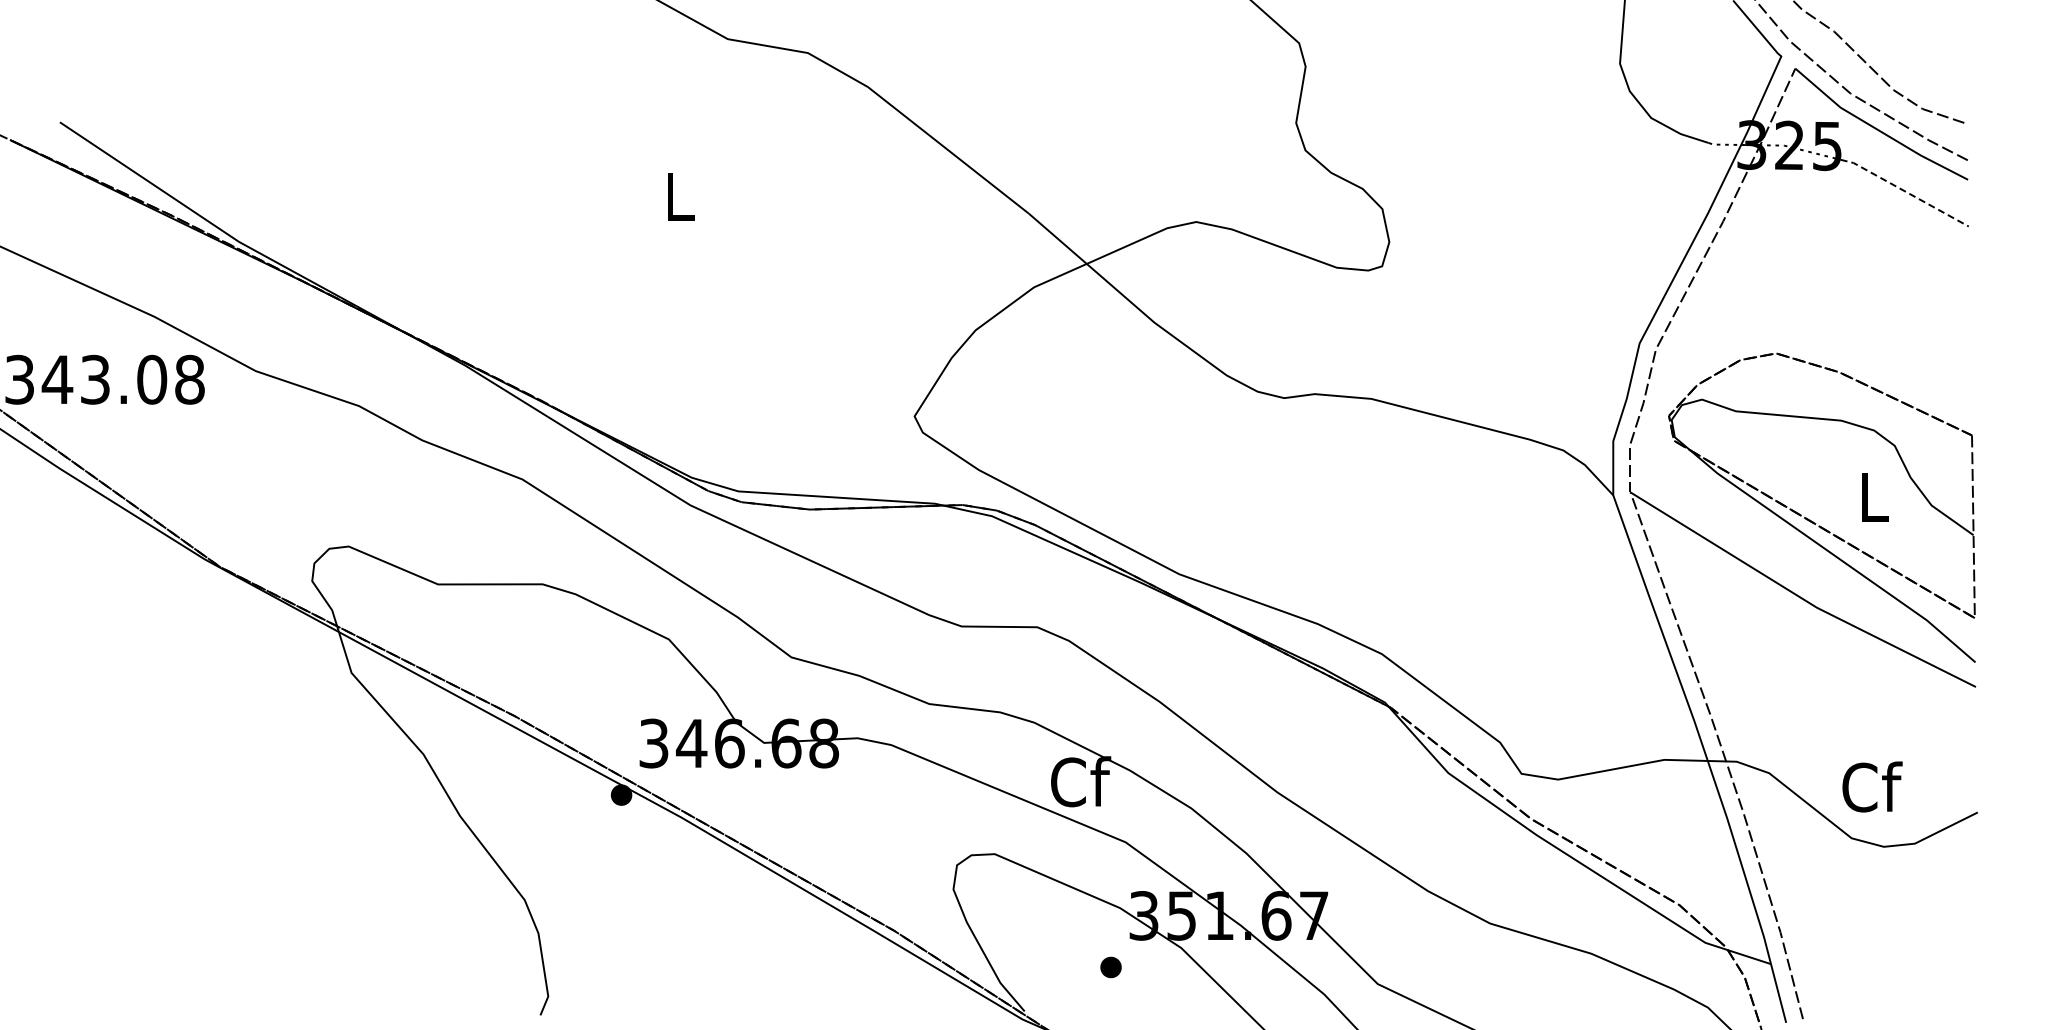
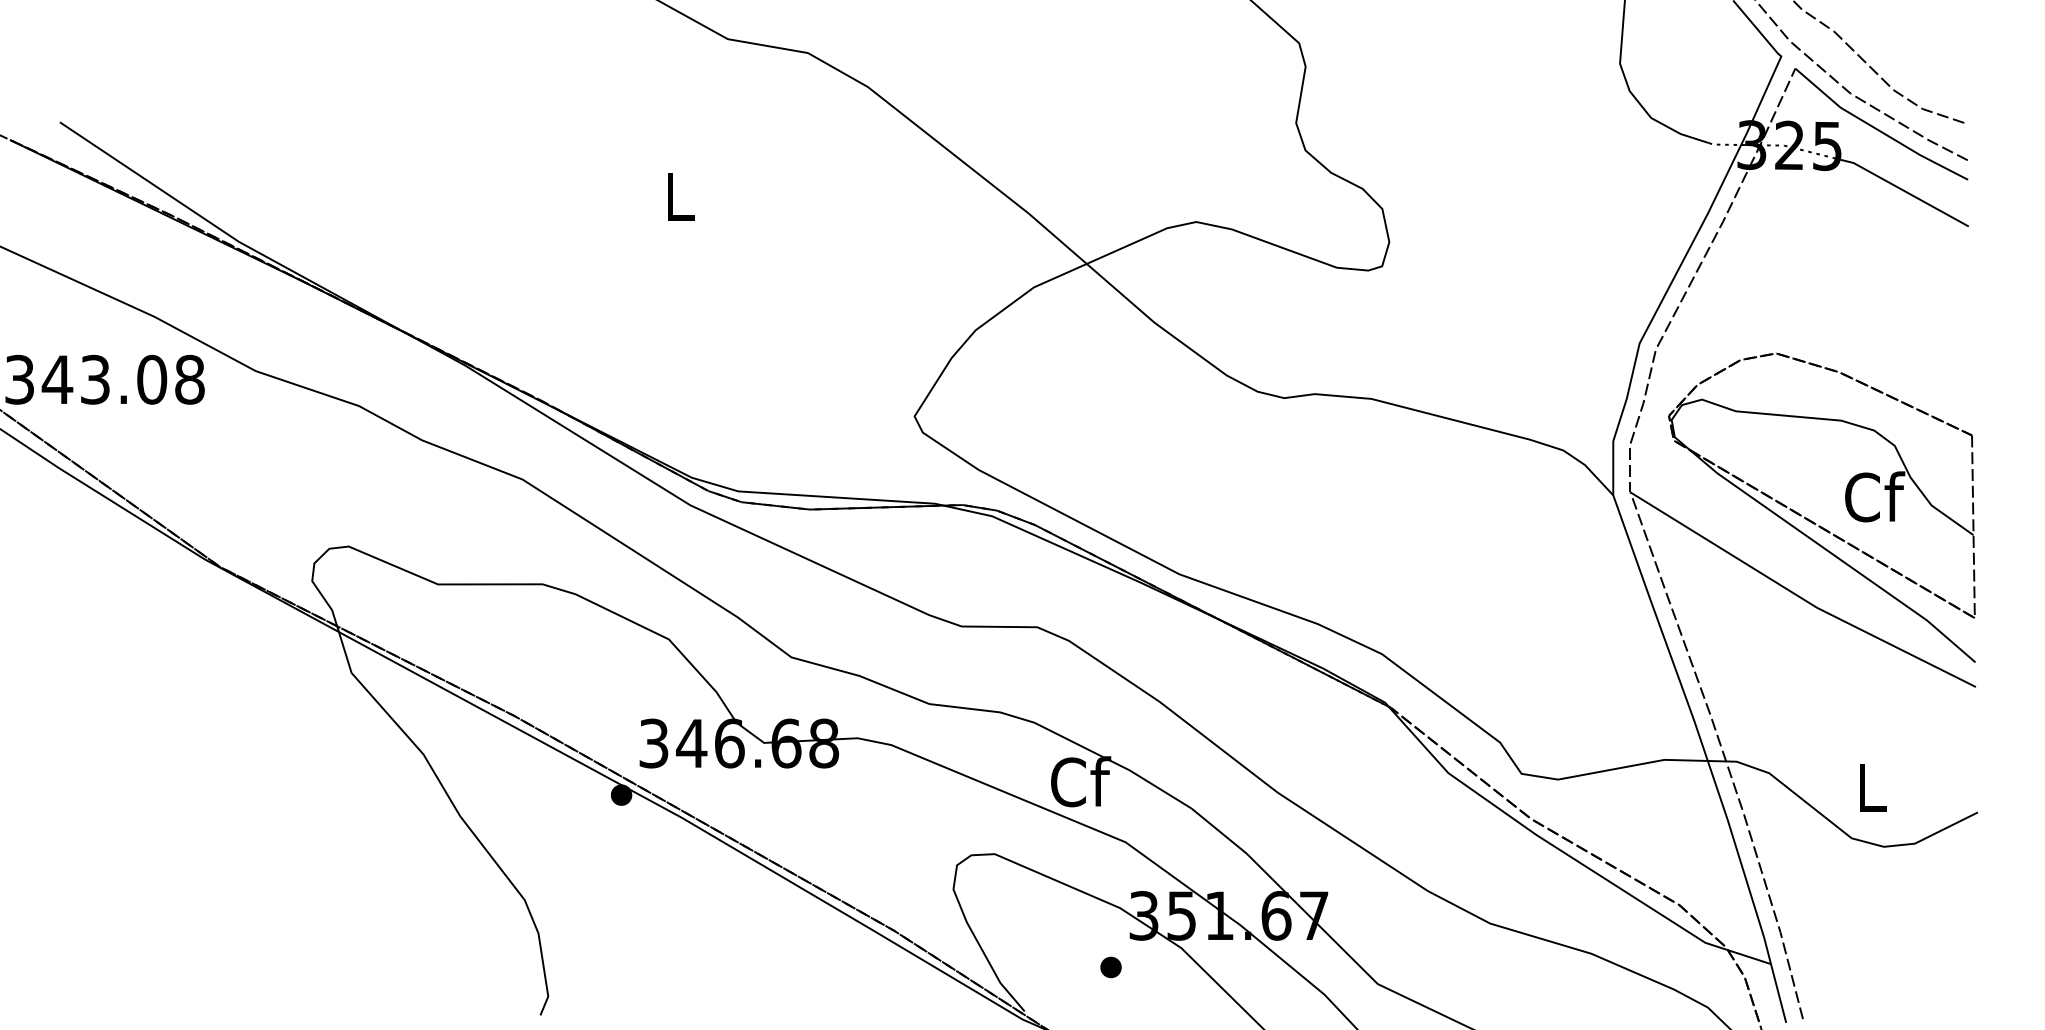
line at (1905, 191): dashed -> solid
text at (1875, 496): L -> Cf
text at (1872, 786): Cf -> L
